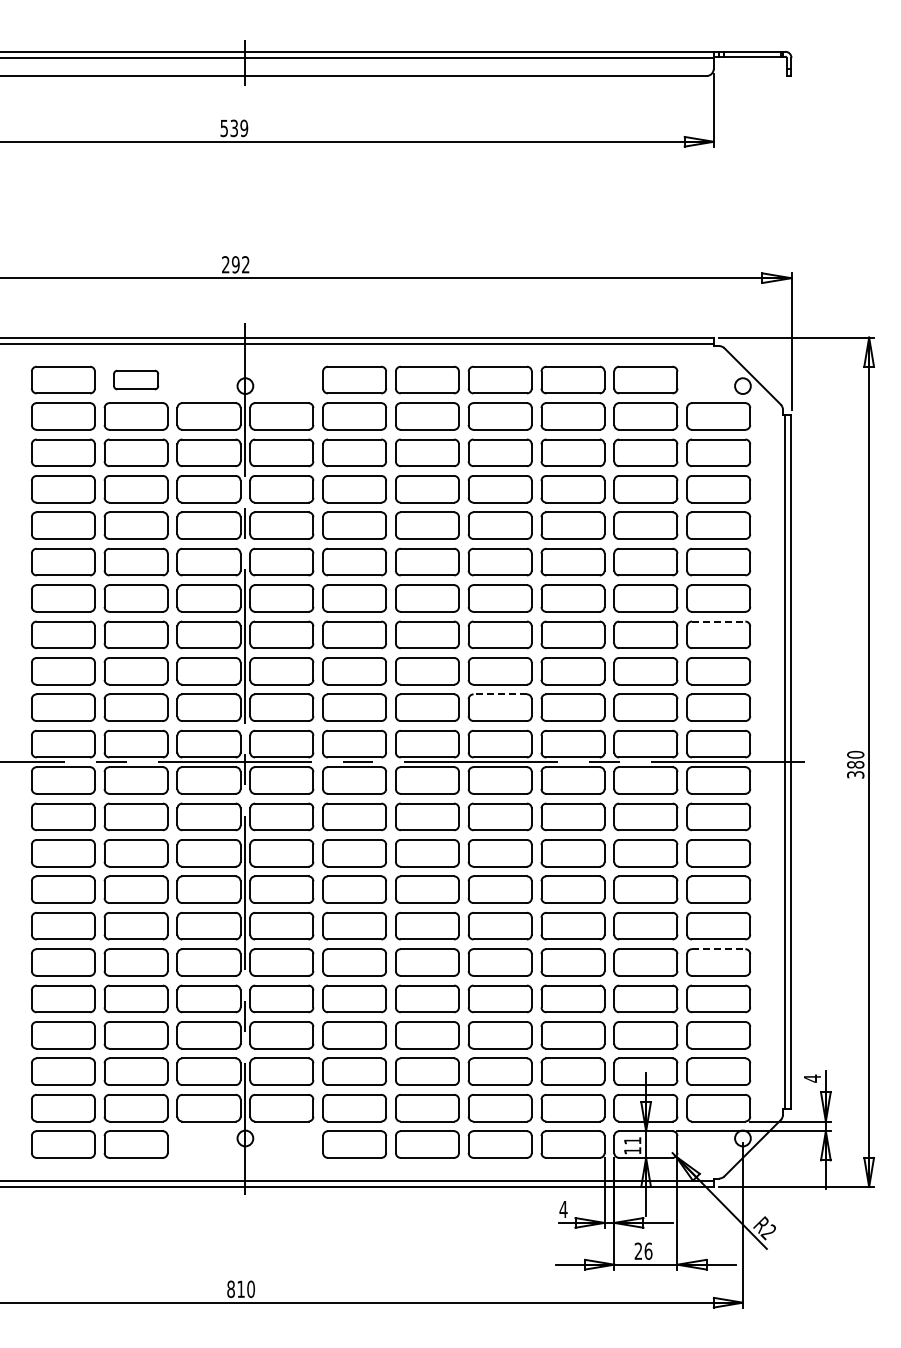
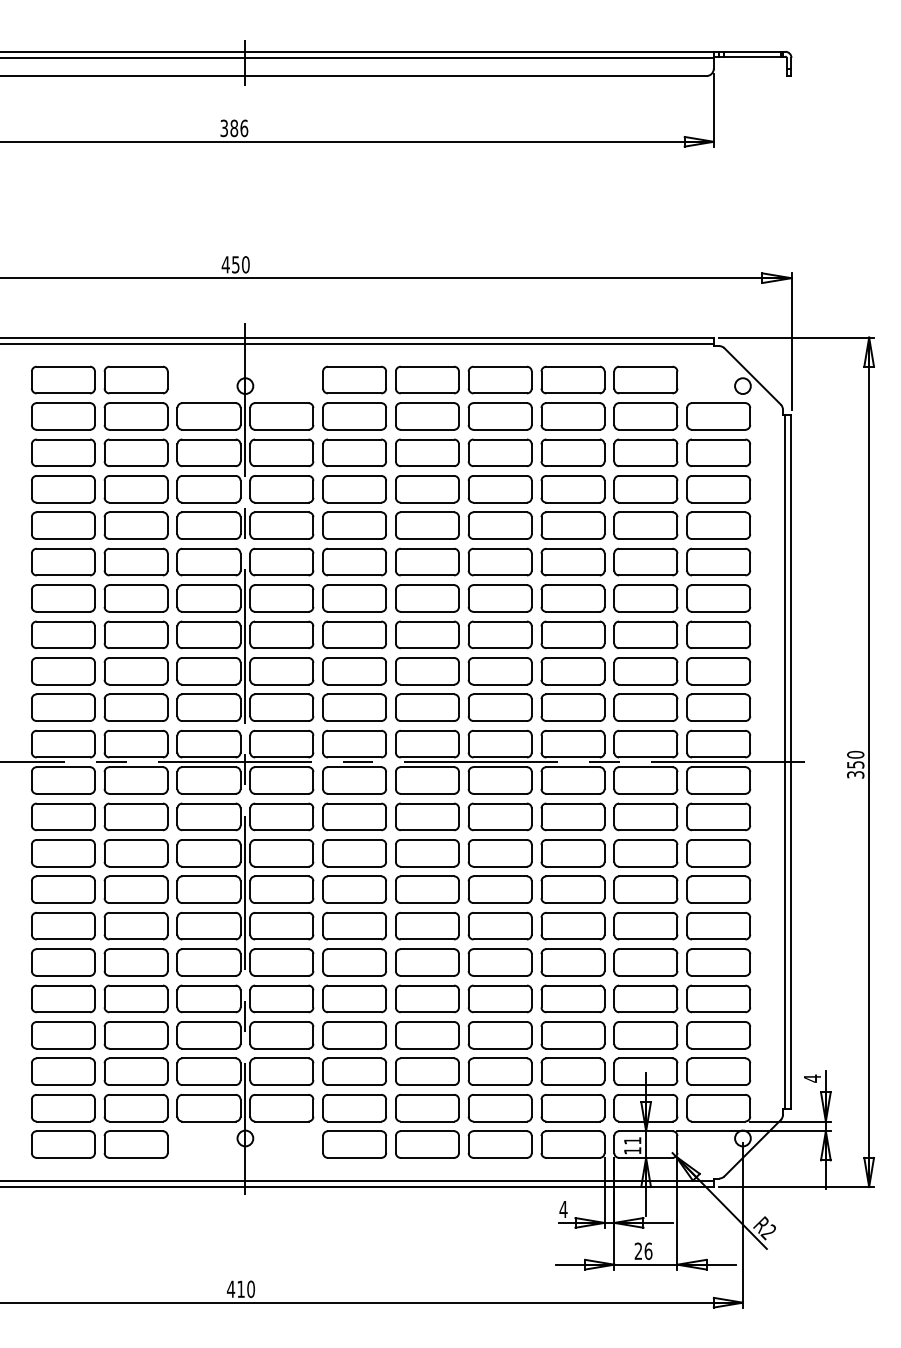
text at (234, 128): 539 -> 386
text at (235, 264): 292 -> 450
part at (136, 379) size: 47x22 px -> 66x30 px
line at (718, 621): dashed -> solid
line at (500, 694): dashed -> solid
text at (855, 764): 380 -> 350
line at (718, 949): dashed -> solid
text at (230, 1289): 810 -> 410
